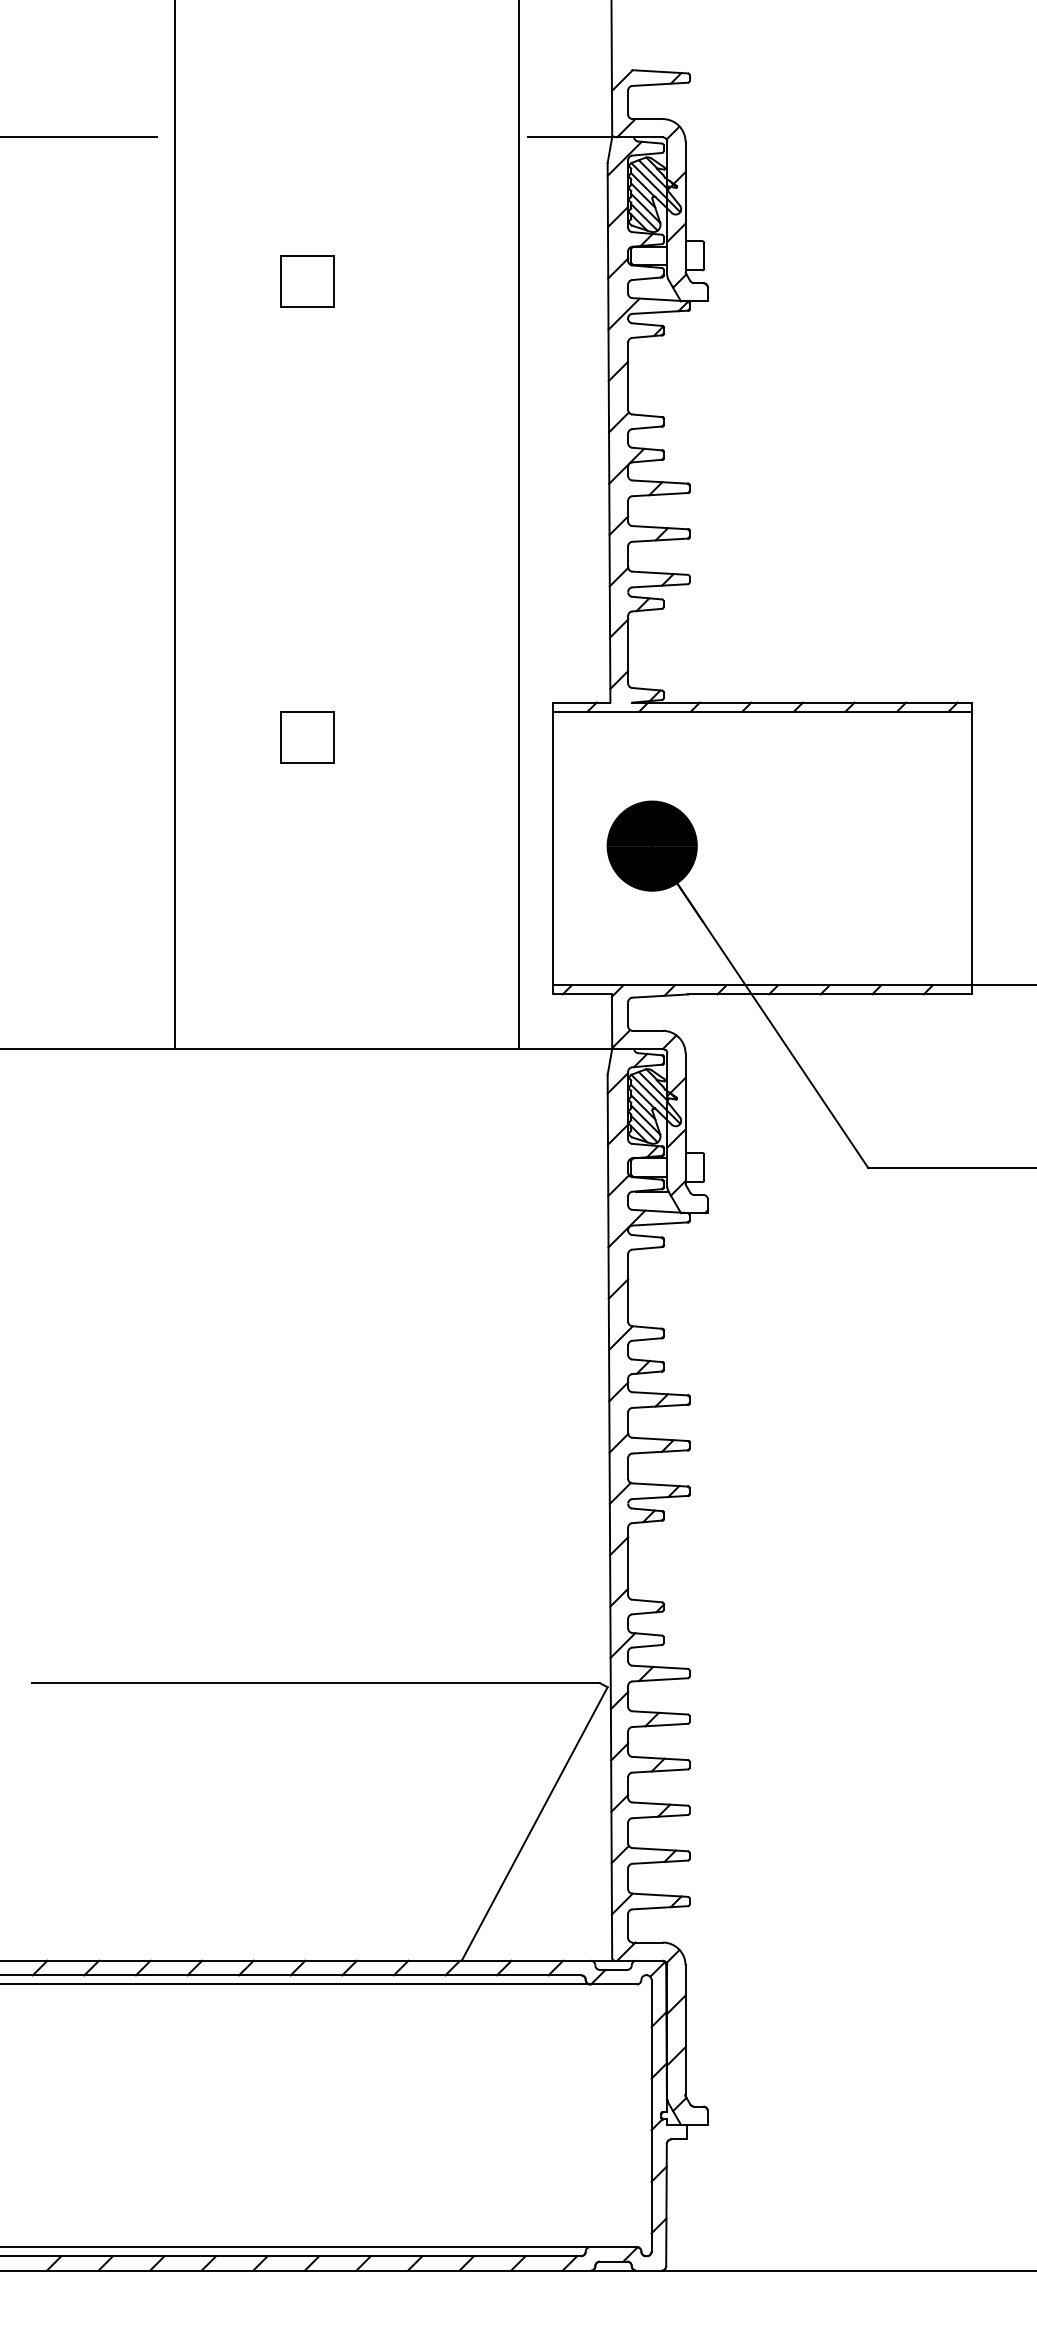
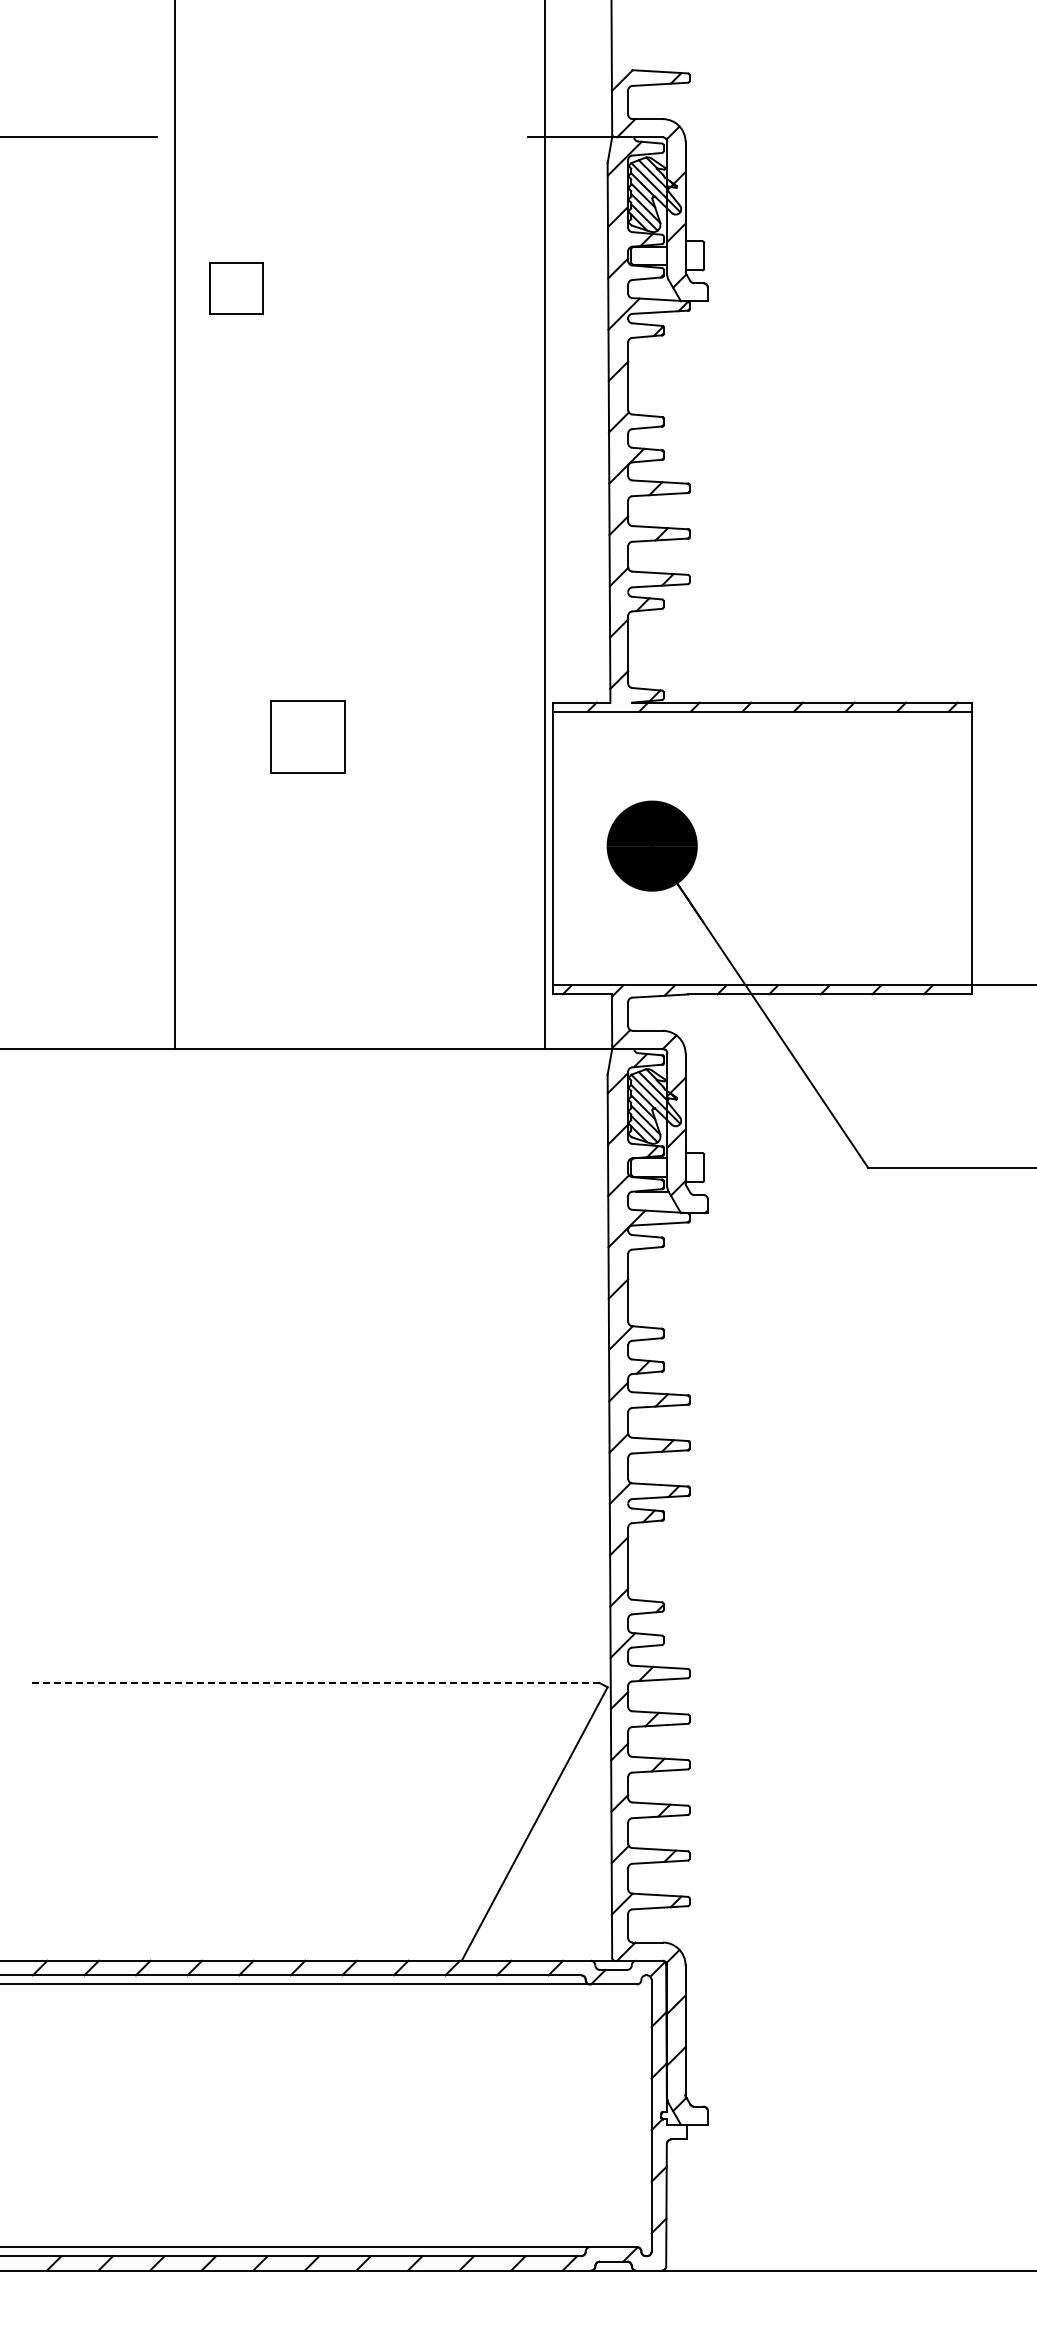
part at (307, 281) position: (307, 281) -> (236, 288)
line at (519, 525) position: (519, 525) -> (545, 525)
part at (307, 737) size: 55x53 px -> 76x74 px
line at (315, 1682): solid -> dashed
